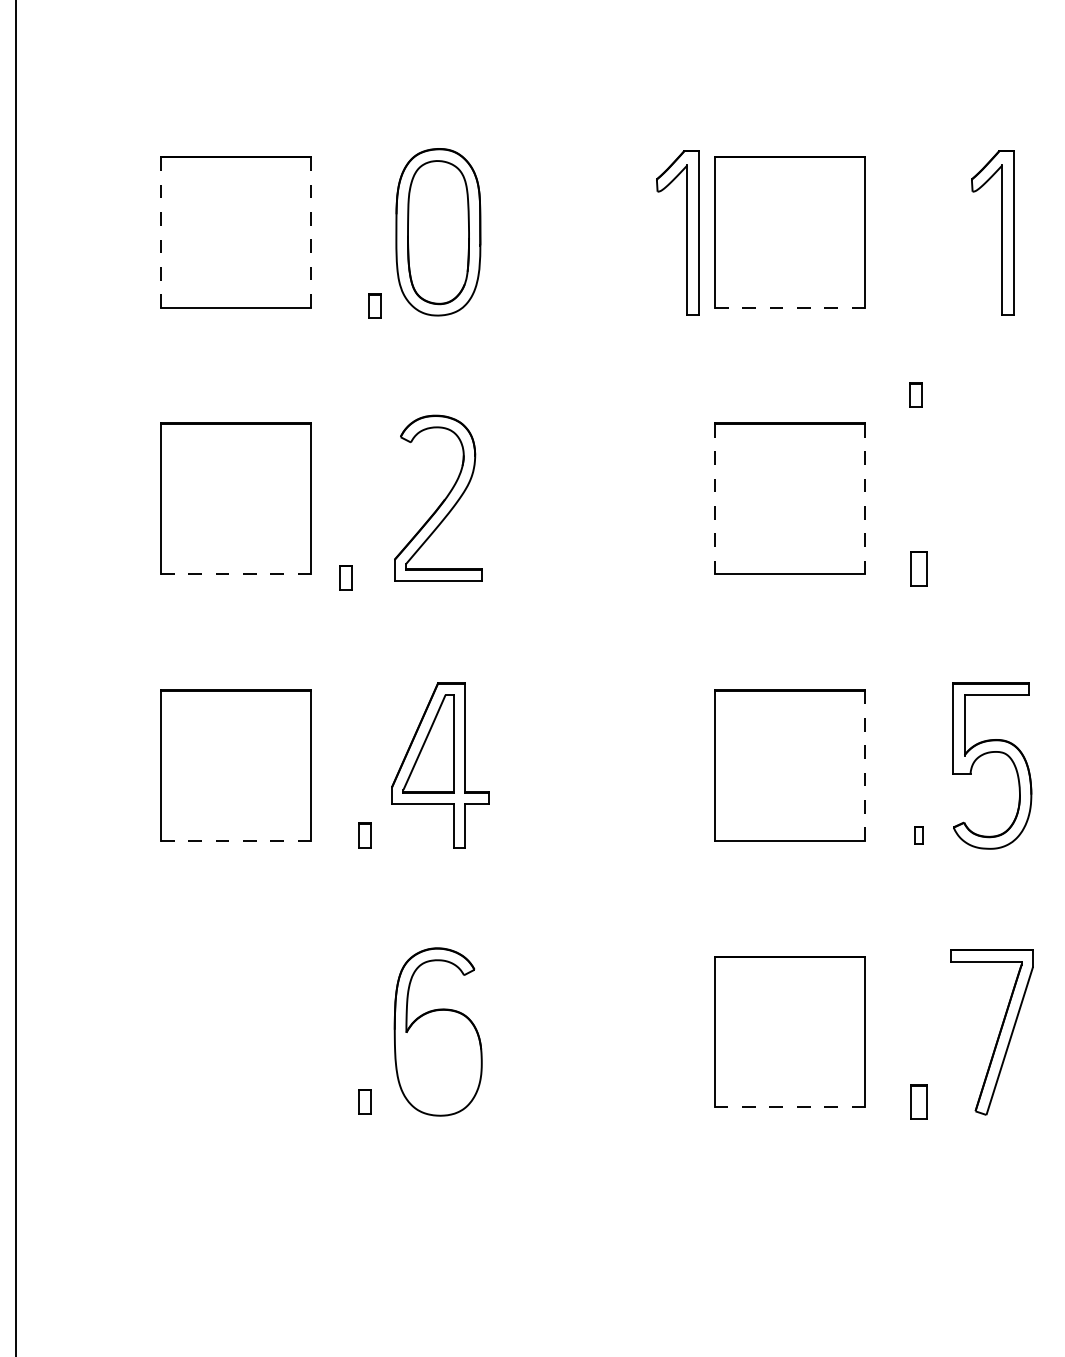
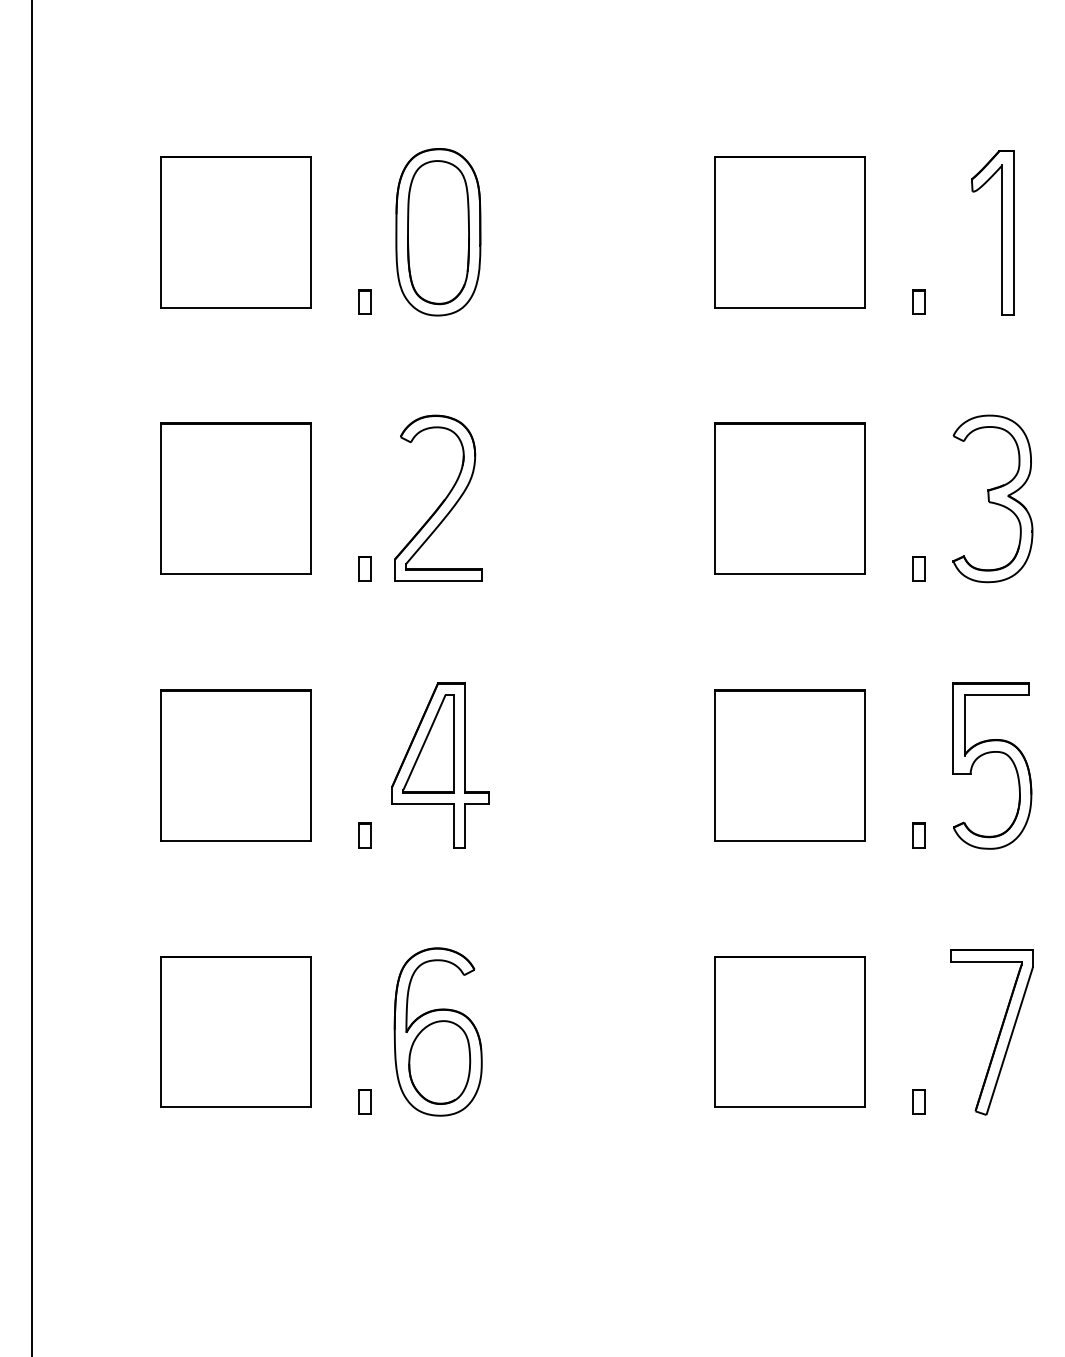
line at (311, 232): dashed -> solid
part at (686, 232): present -> none
line at (161, 233): dashed -> solid
part at (374, 305) position: (374, 305) -> (364, 301)
line at (790, 307): dashed -> solid
part at (915, 394) position: (915, 394) -> (918, 301)
line at (865, 498): dashed -> solid
part at (992, 498): none -> present
line at (714, 499): dashed -> solid
part at (918, 568) size: 18x36 px -> 14x26 px
line at (236, 574): dashed -> solid
part at (345, 577) position: (345, 577) -> (364, 568)
line at (15, 677) position: (15, 677) -> (31, 677)
line at (865, 765): dashed -> solid
part at (918, 835) size: 10x19 px -> 14x27 px
line at (236, 840): dashed -> solid
part at (235, 1031): none -> present
part at (439, 1062): none -> present
part at (918, 1101) size: 18x36 px -> 14x26 px
line at (790, 1107): dashed -> solid
